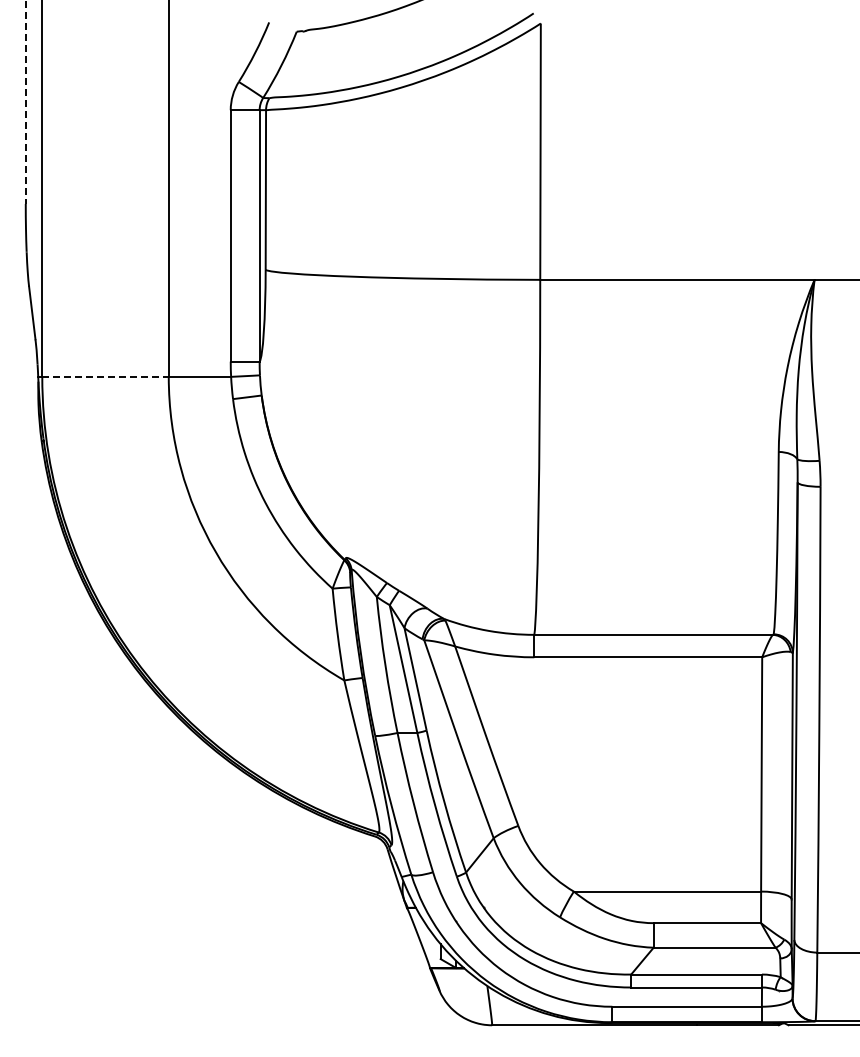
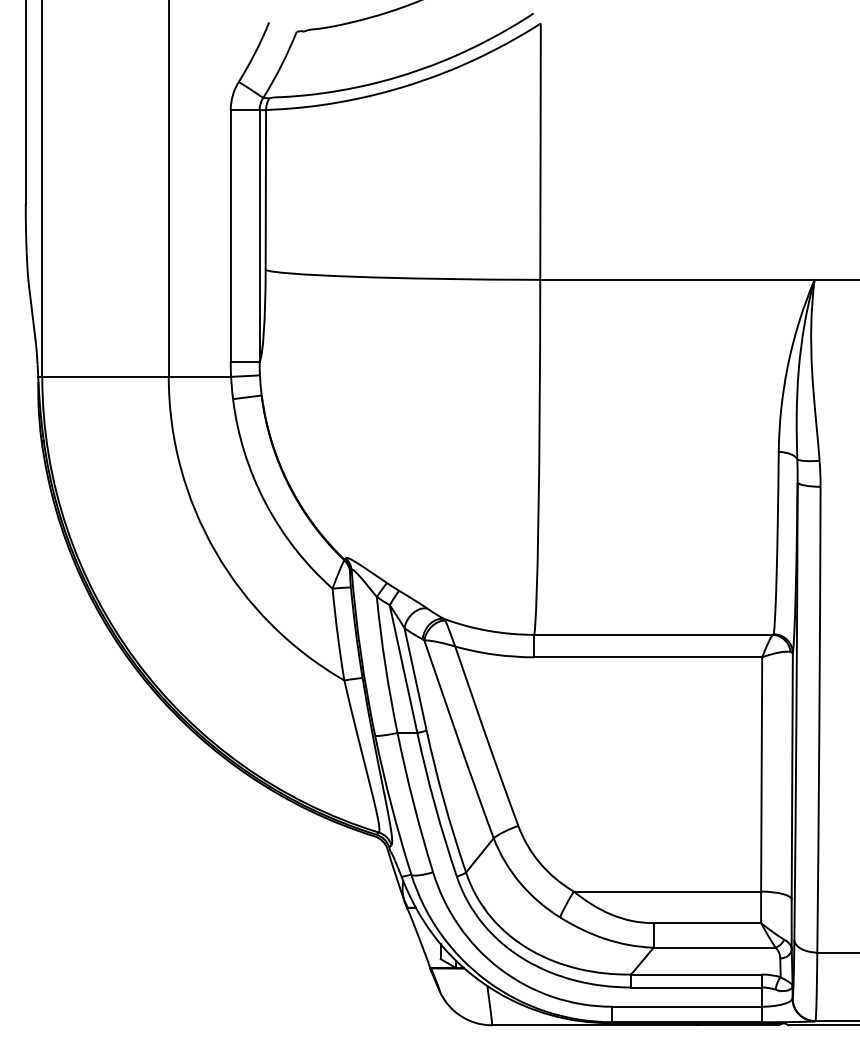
line at (25, 102): dashed -> solid
line at (106, 376): dashed -> solid
